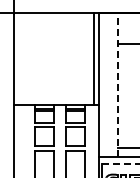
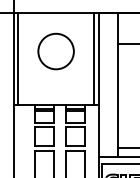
circle at (55, 51): none -> present
line at (17, 58): none -> present
line at (117, 84): dashed -> solid
line at (121, 164): dashed -> solid
